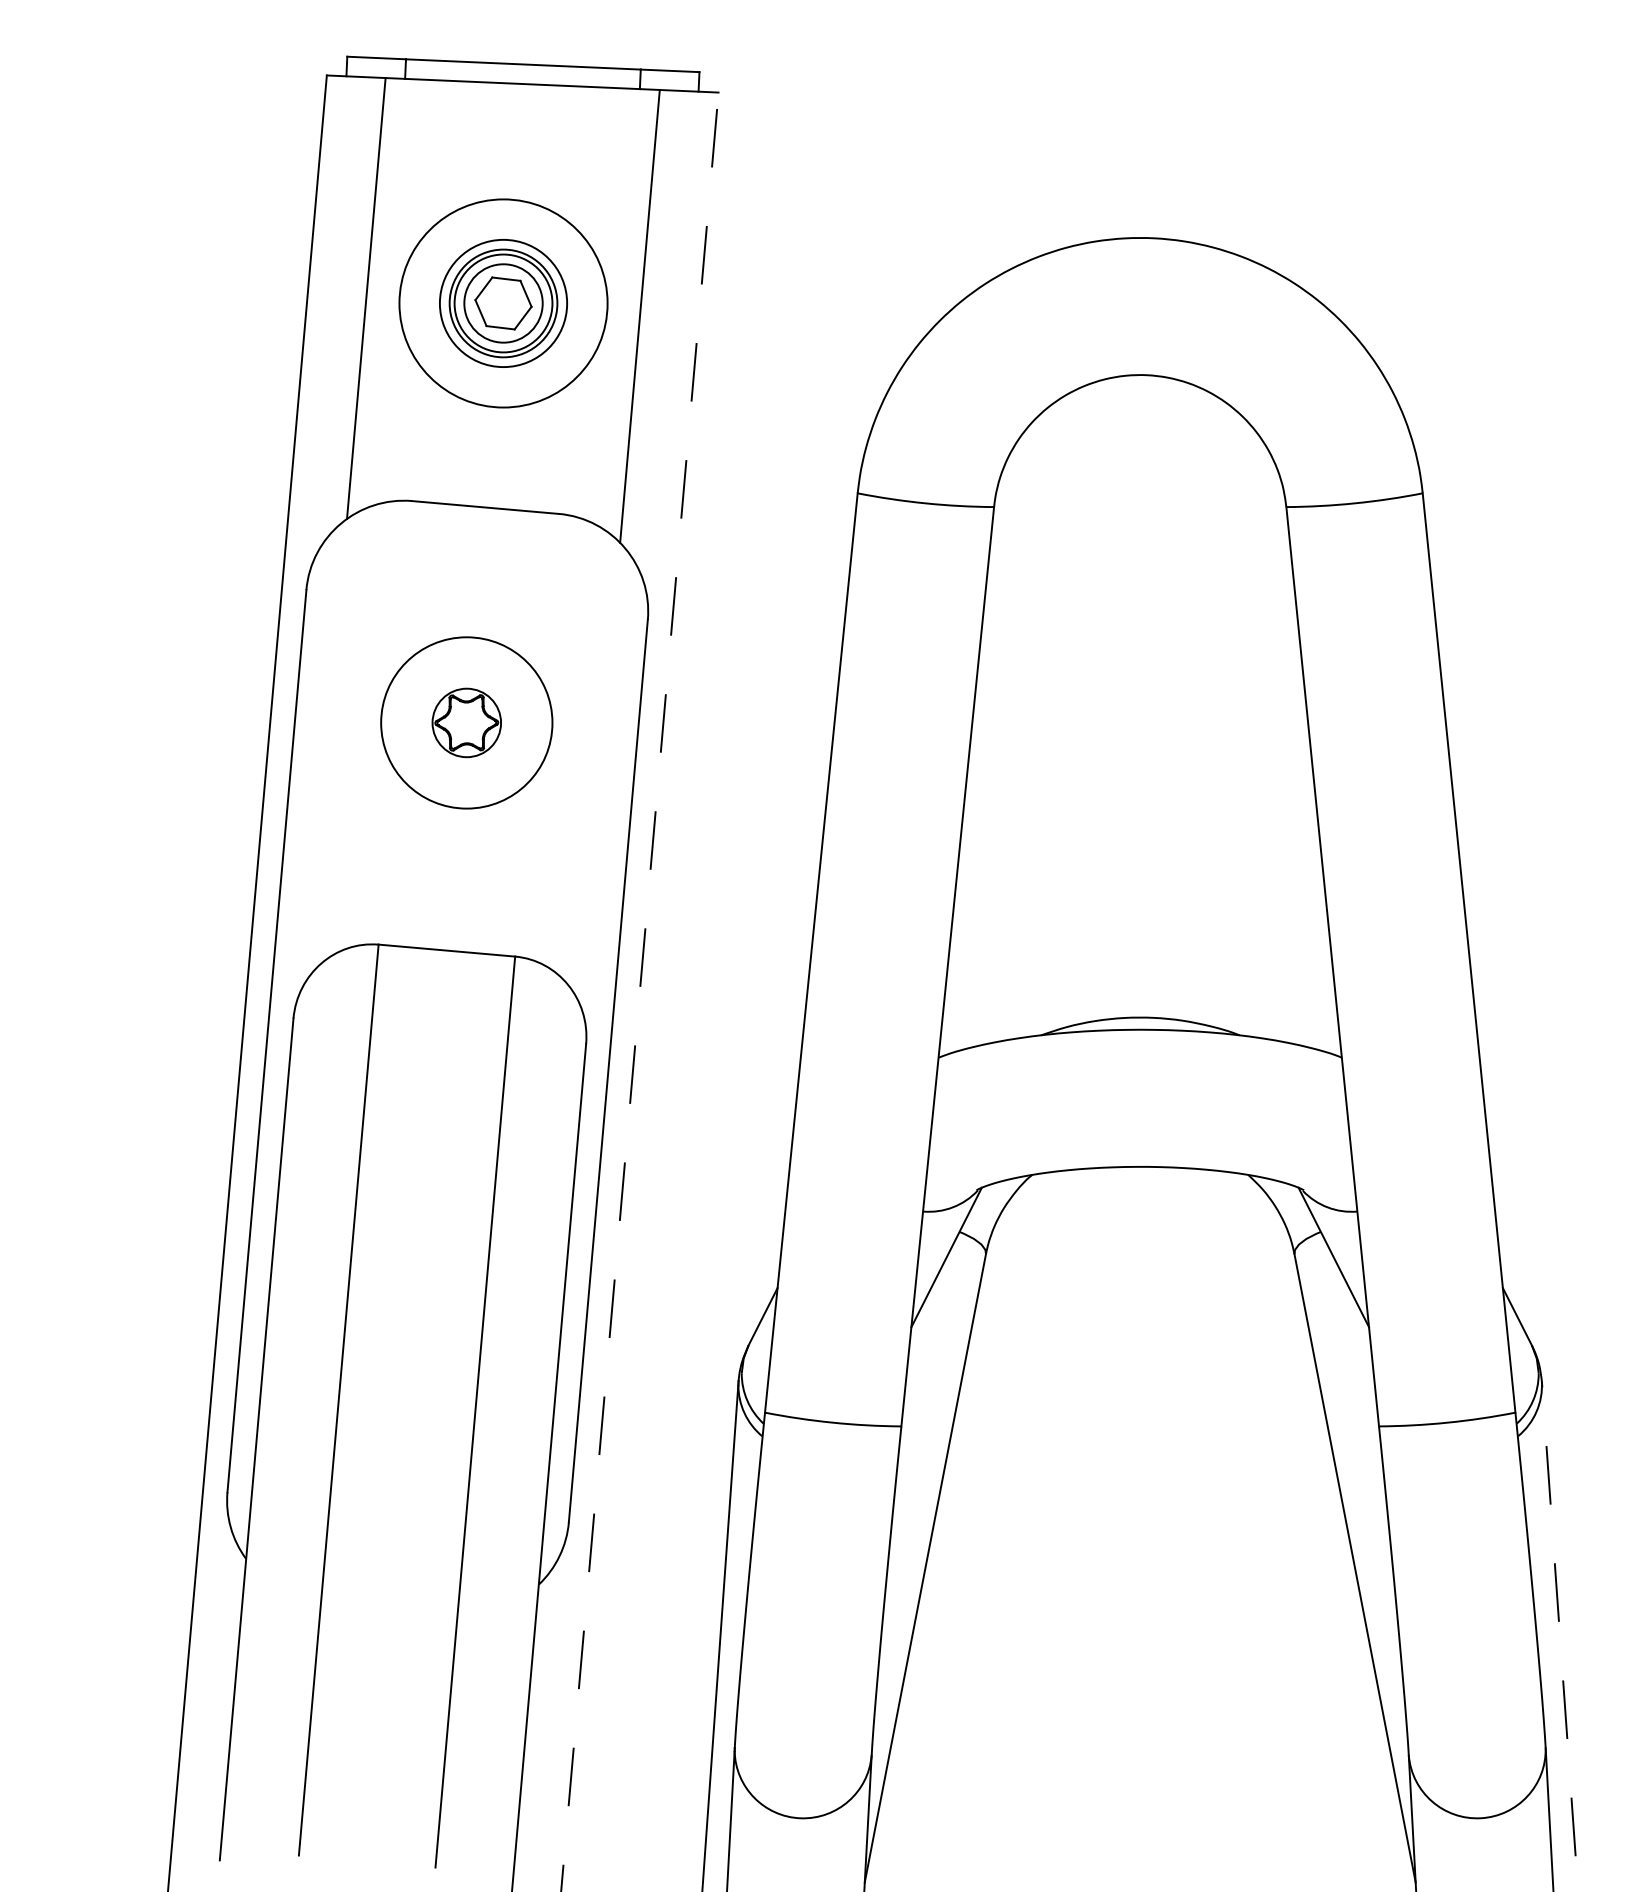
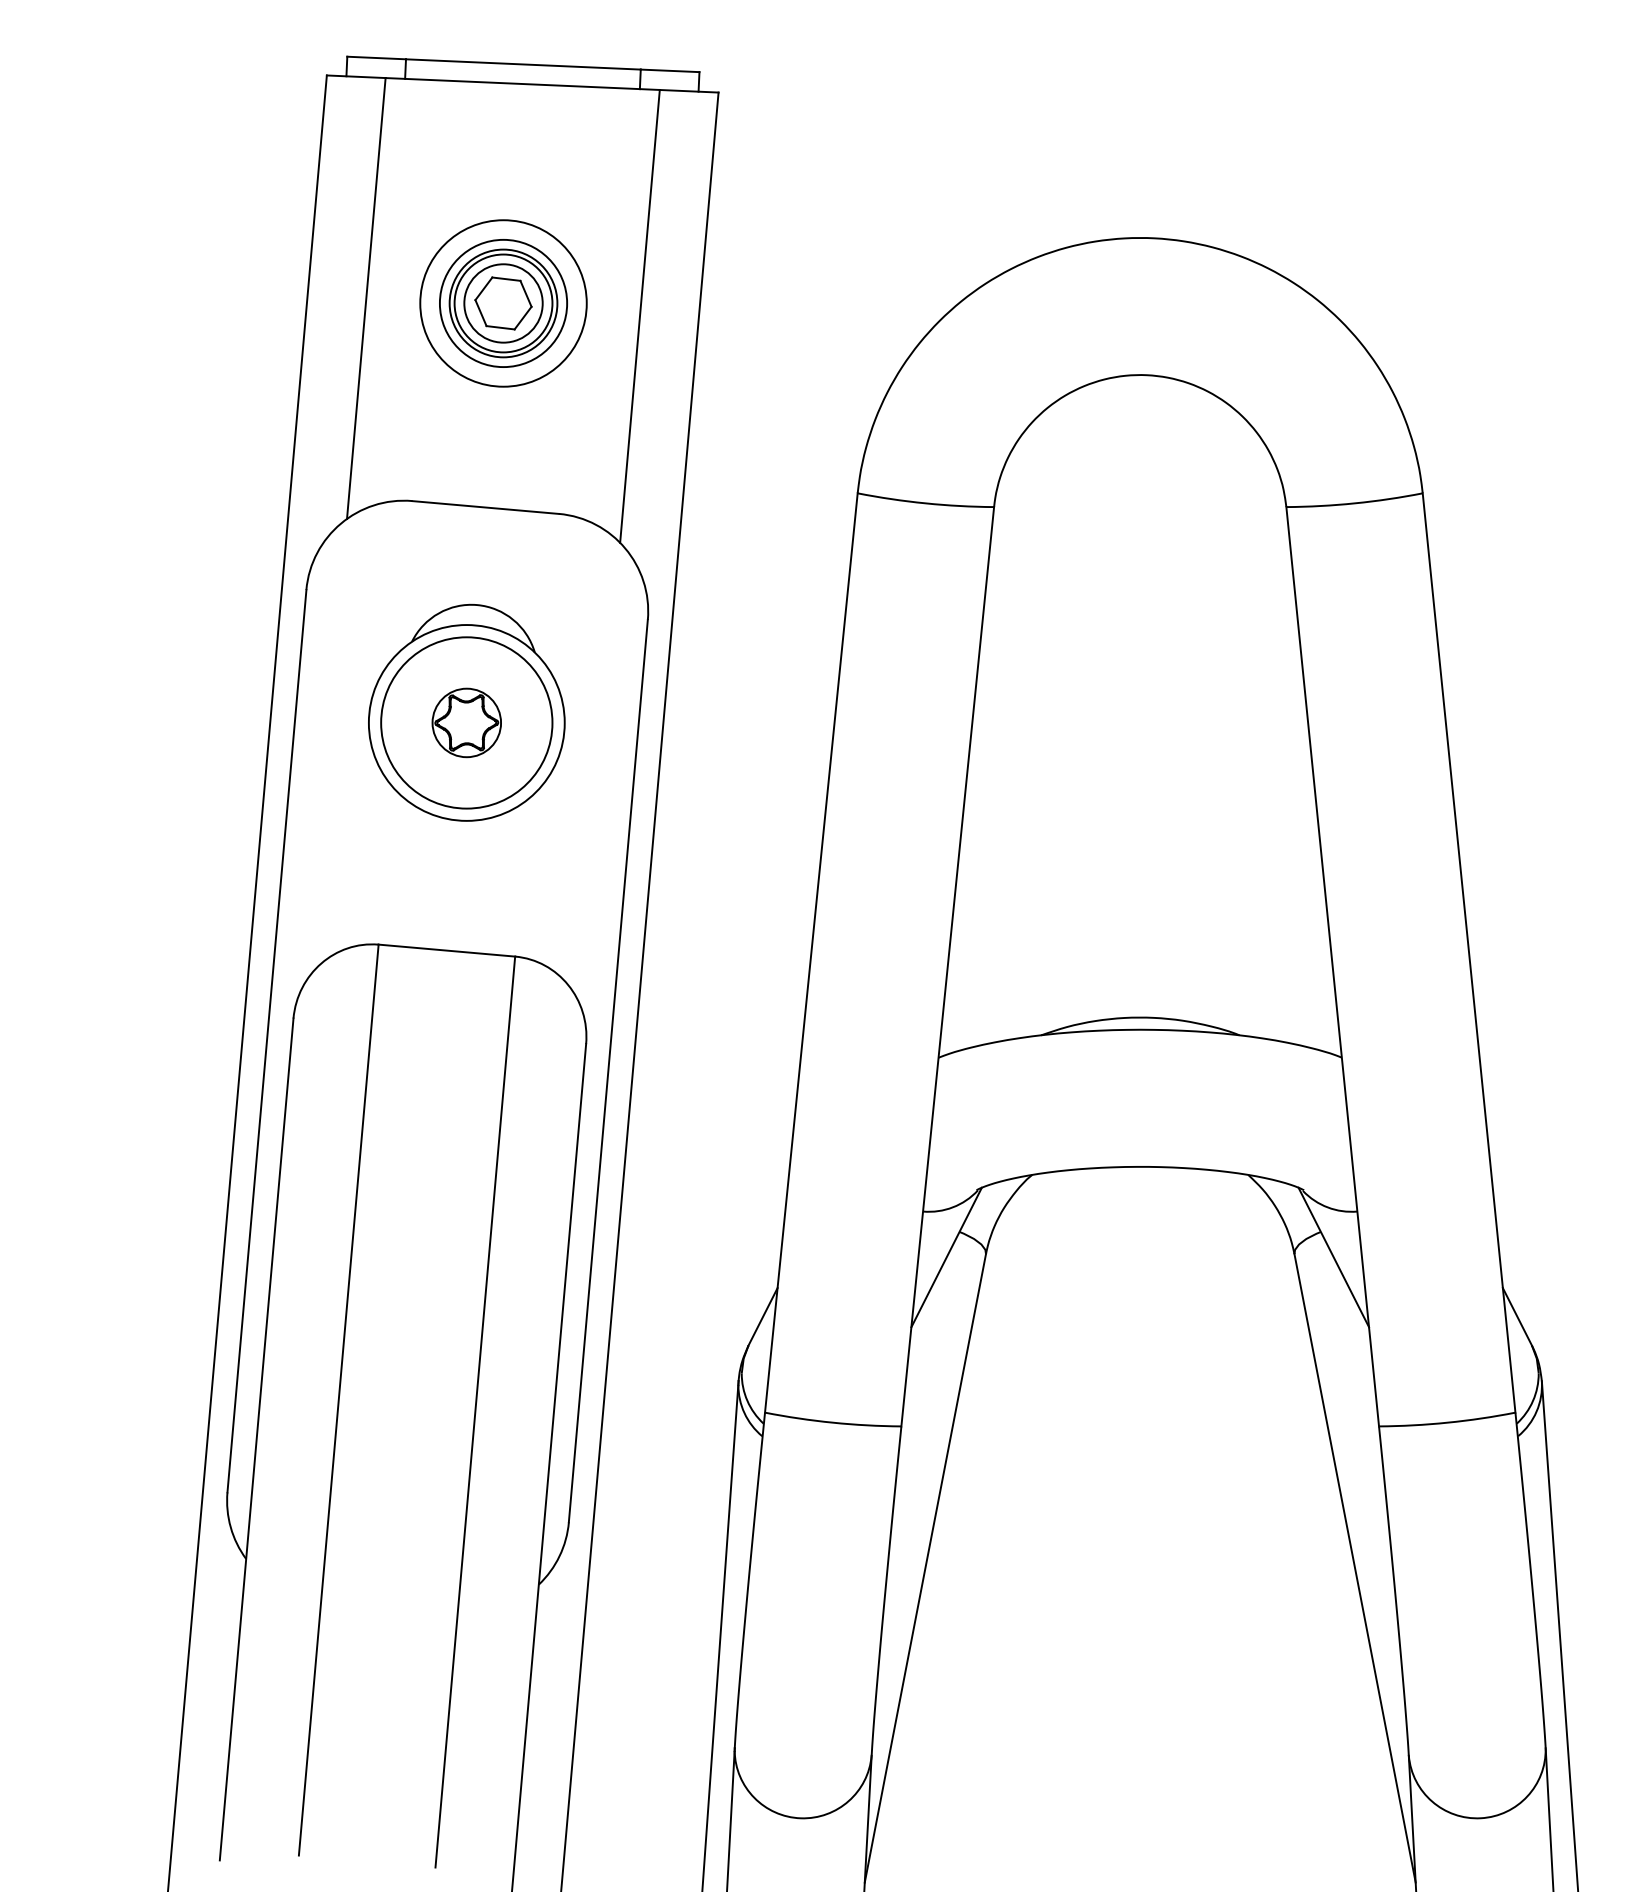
circle at (503, 303) diameter: 208 px -> 166 px
part at (466, 712): none -> present
line at (639, 991): dashed -> solid
line at (1560, 1636): dashed -> solid
